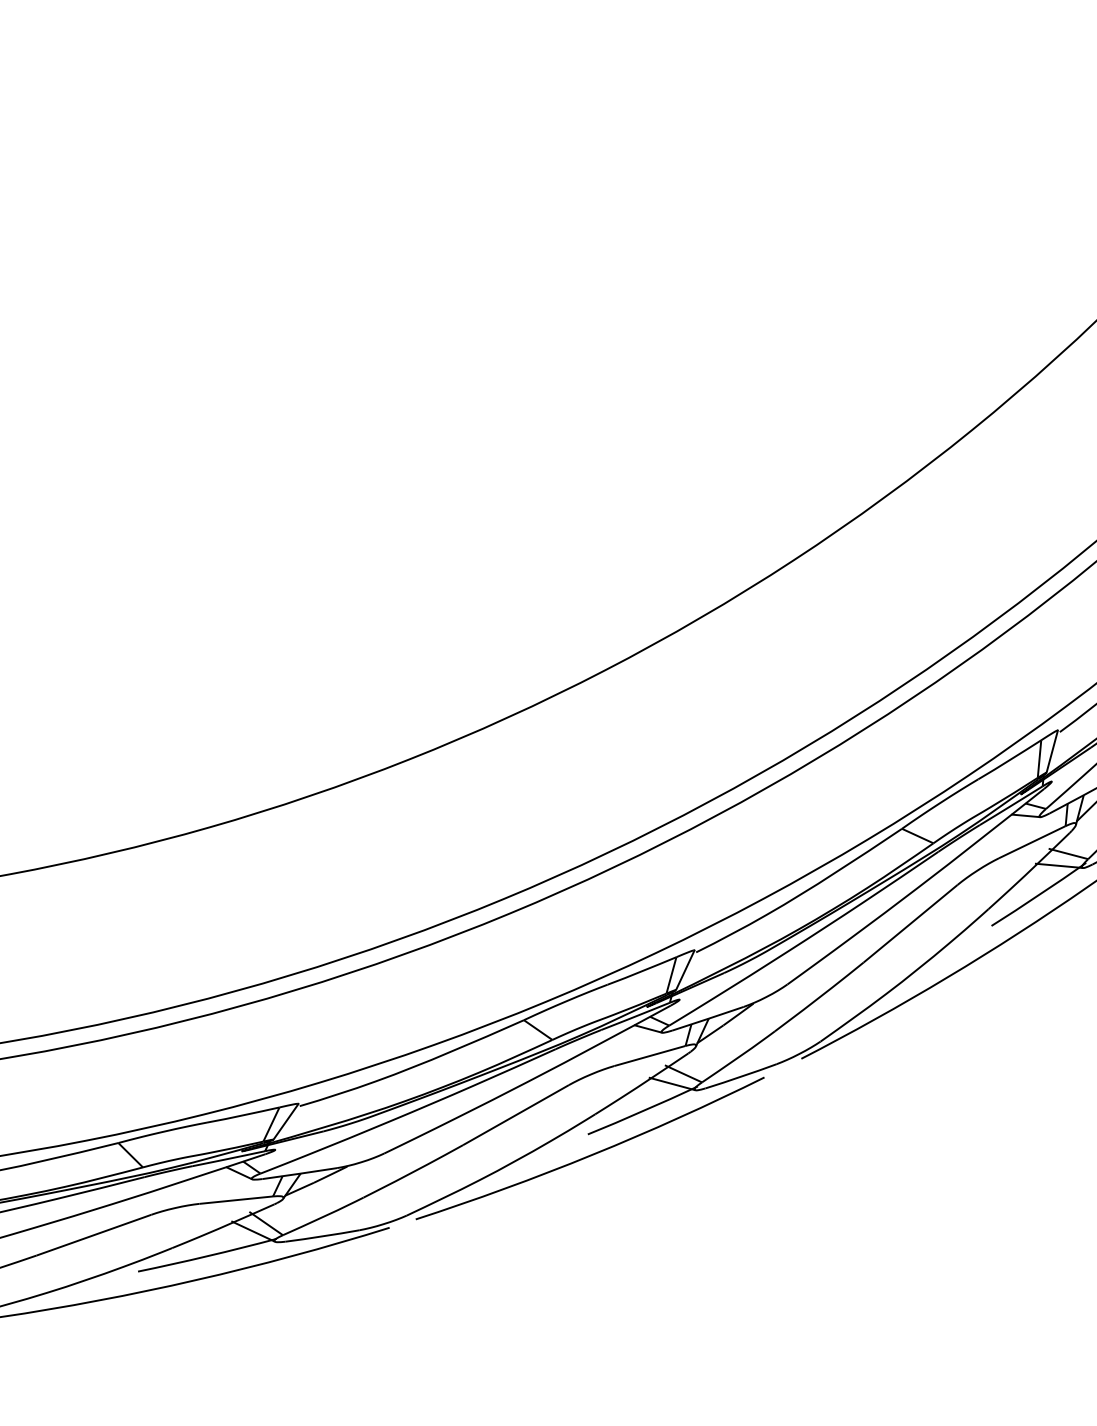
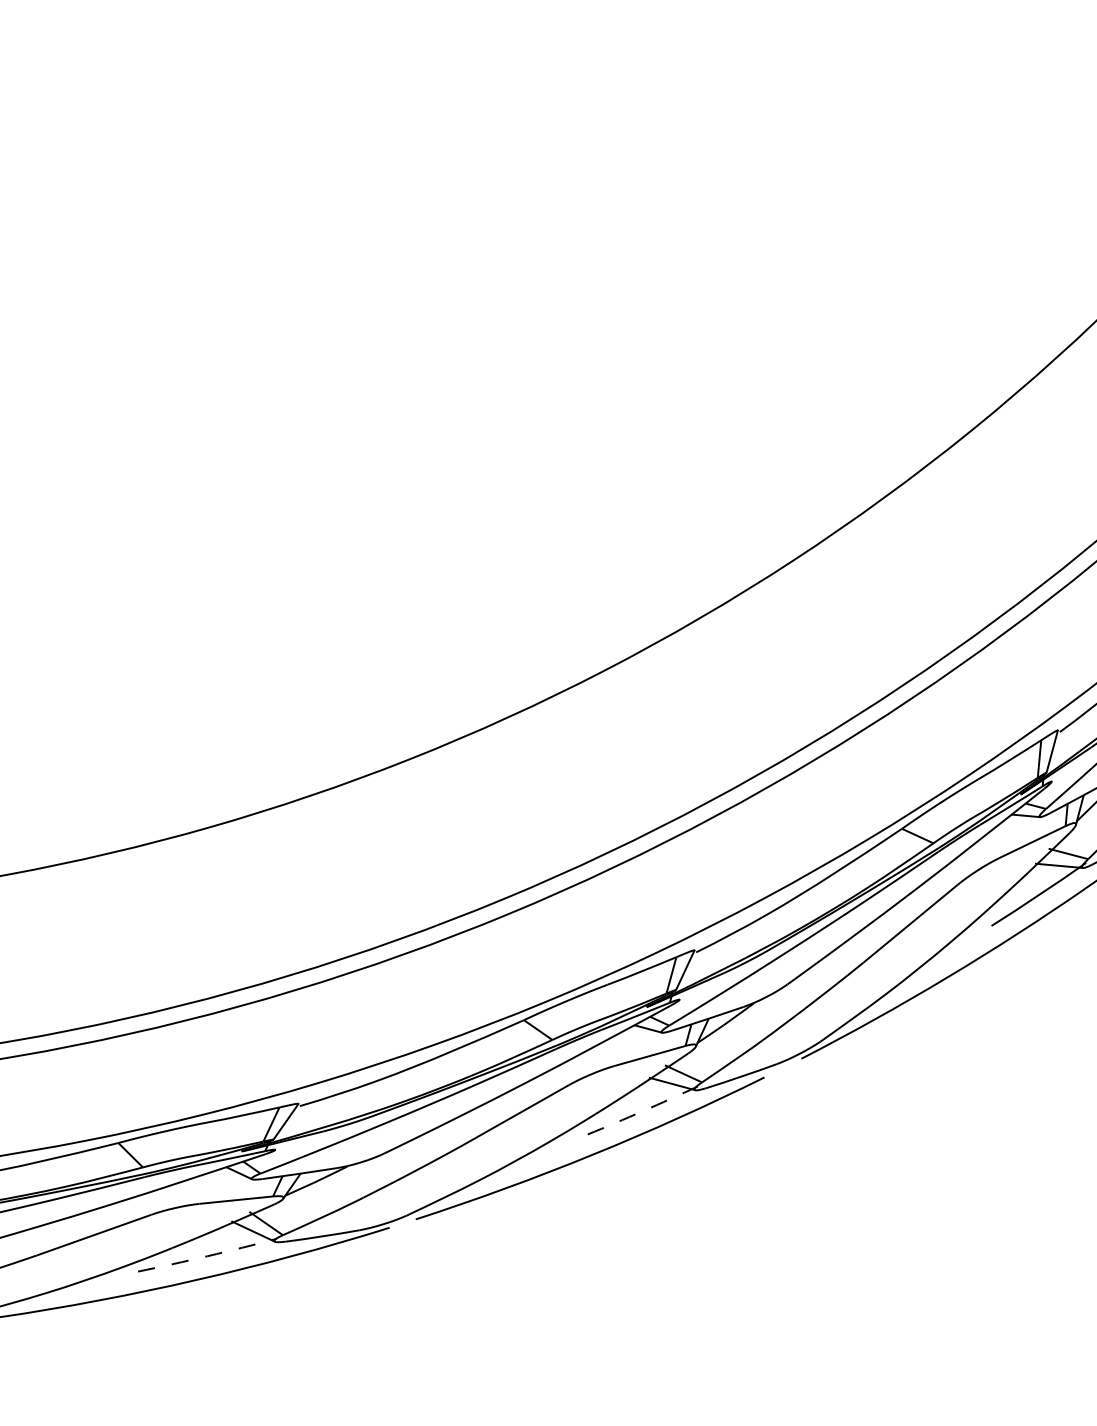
arc at (643, 1111): solid -> dashed
arc at (207, 1256): solid -> dashed
